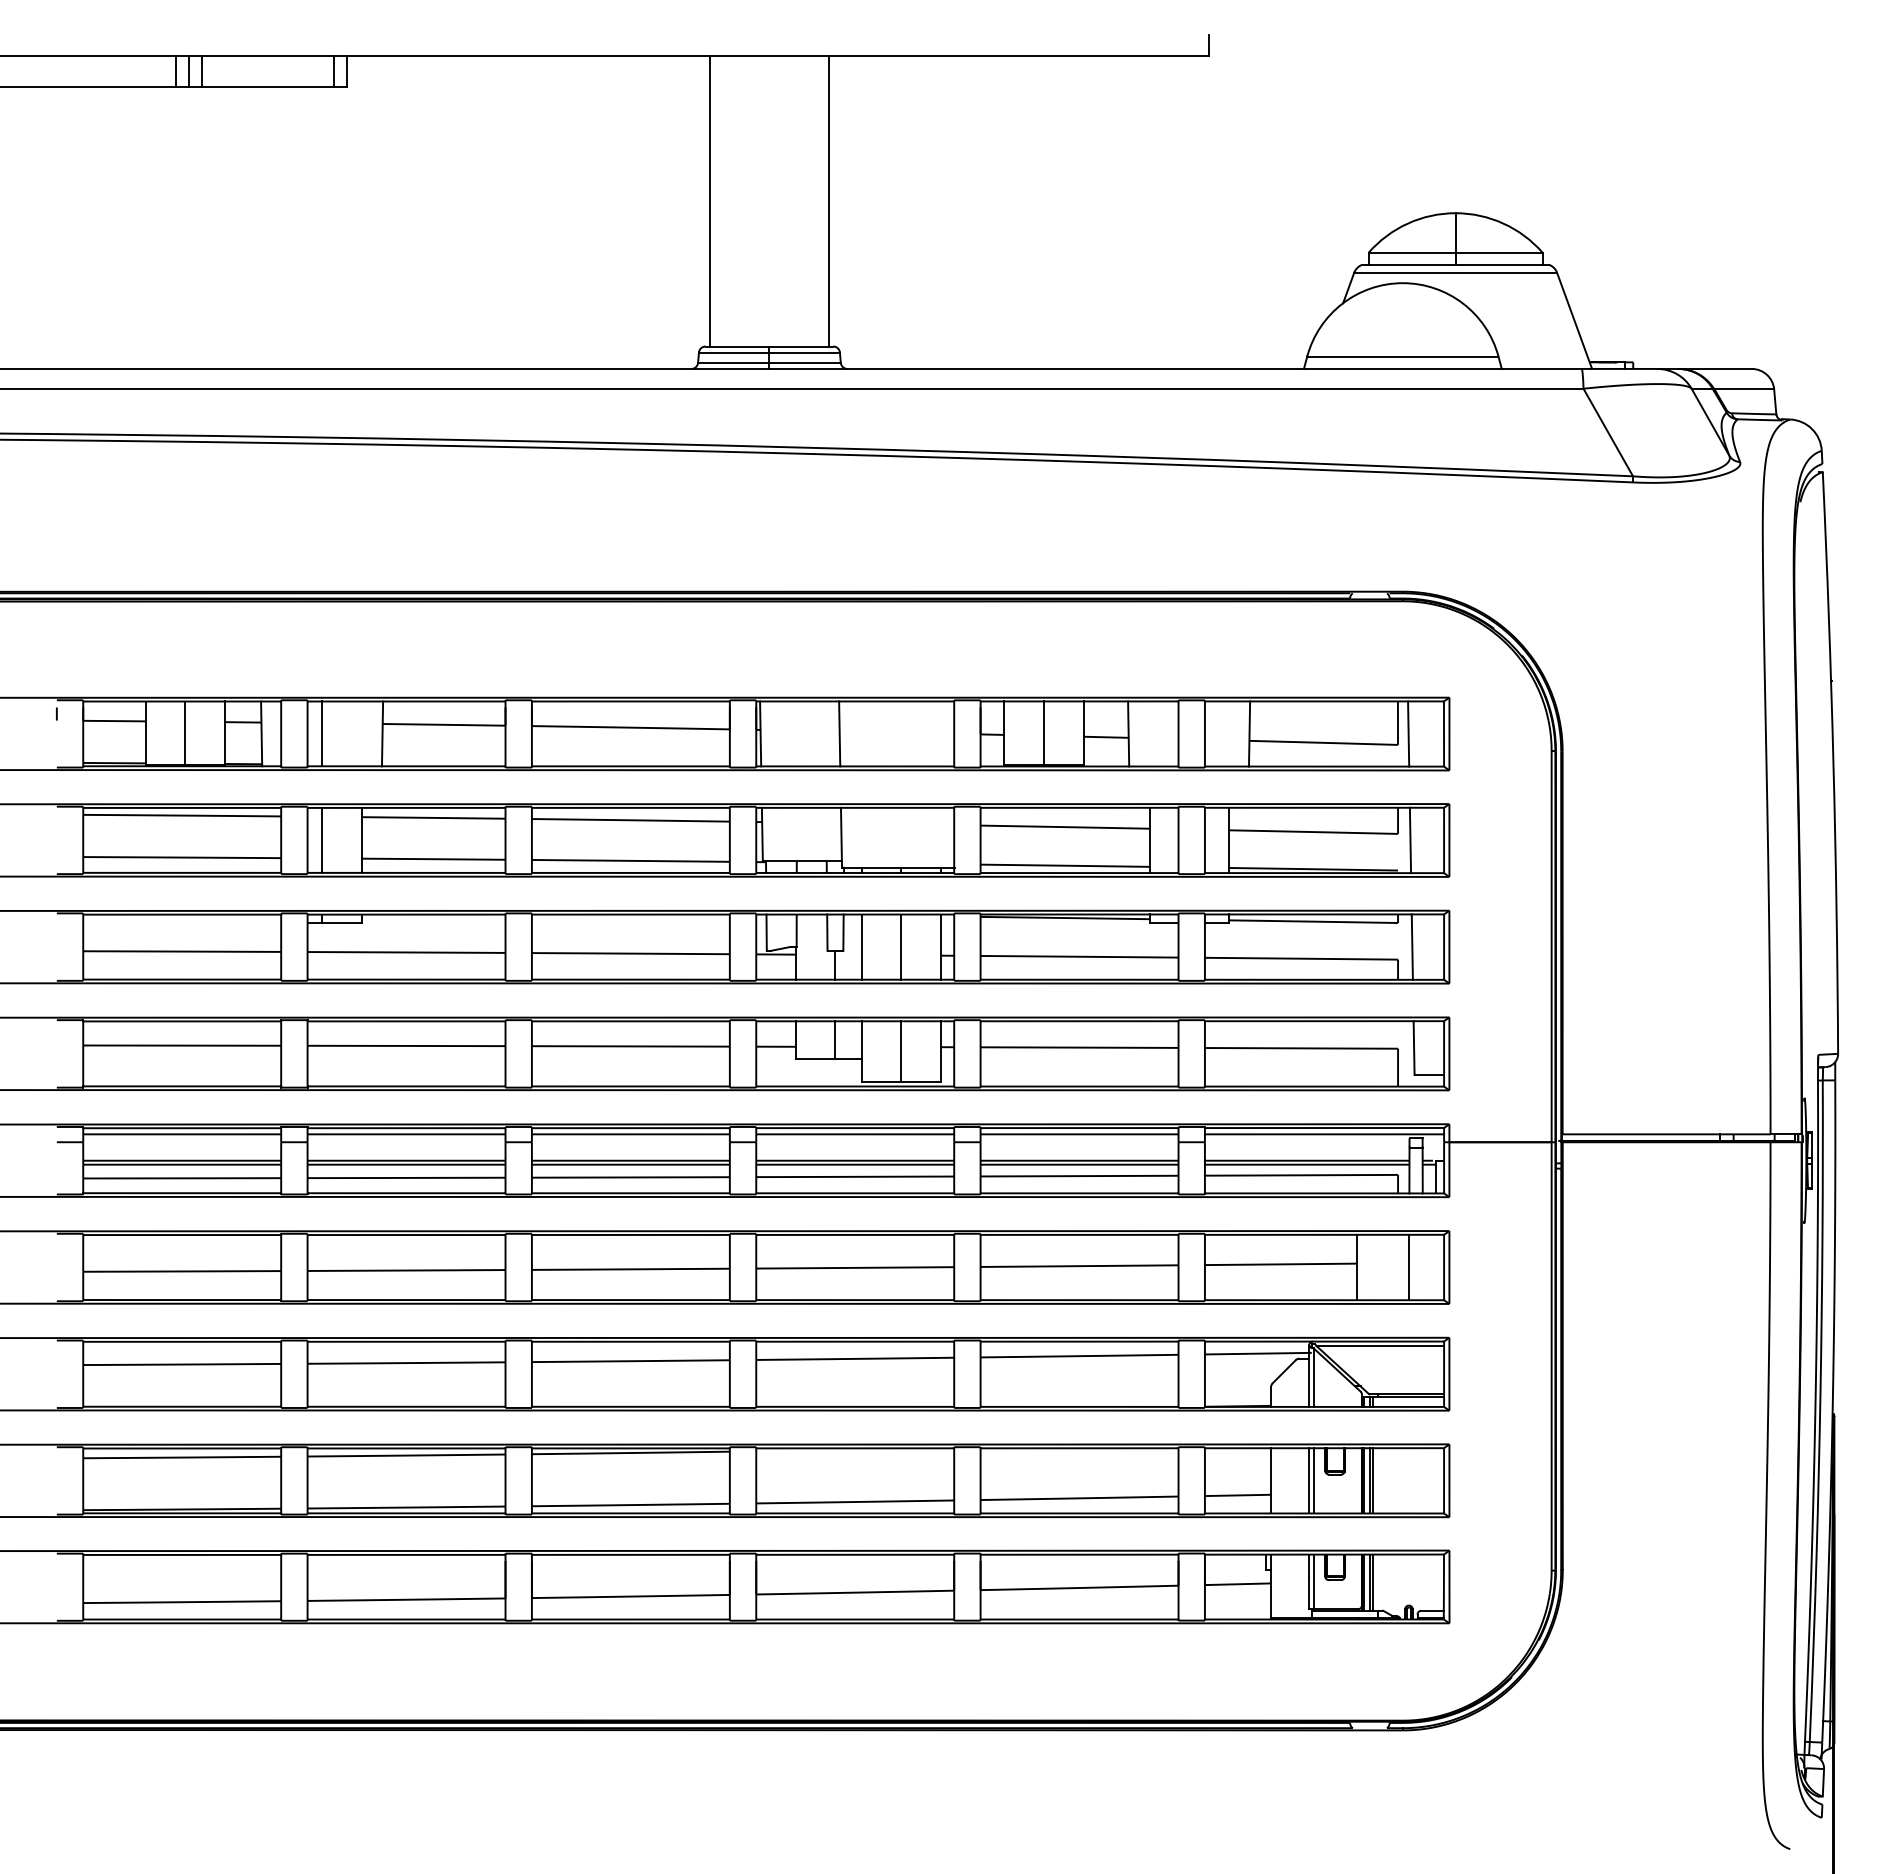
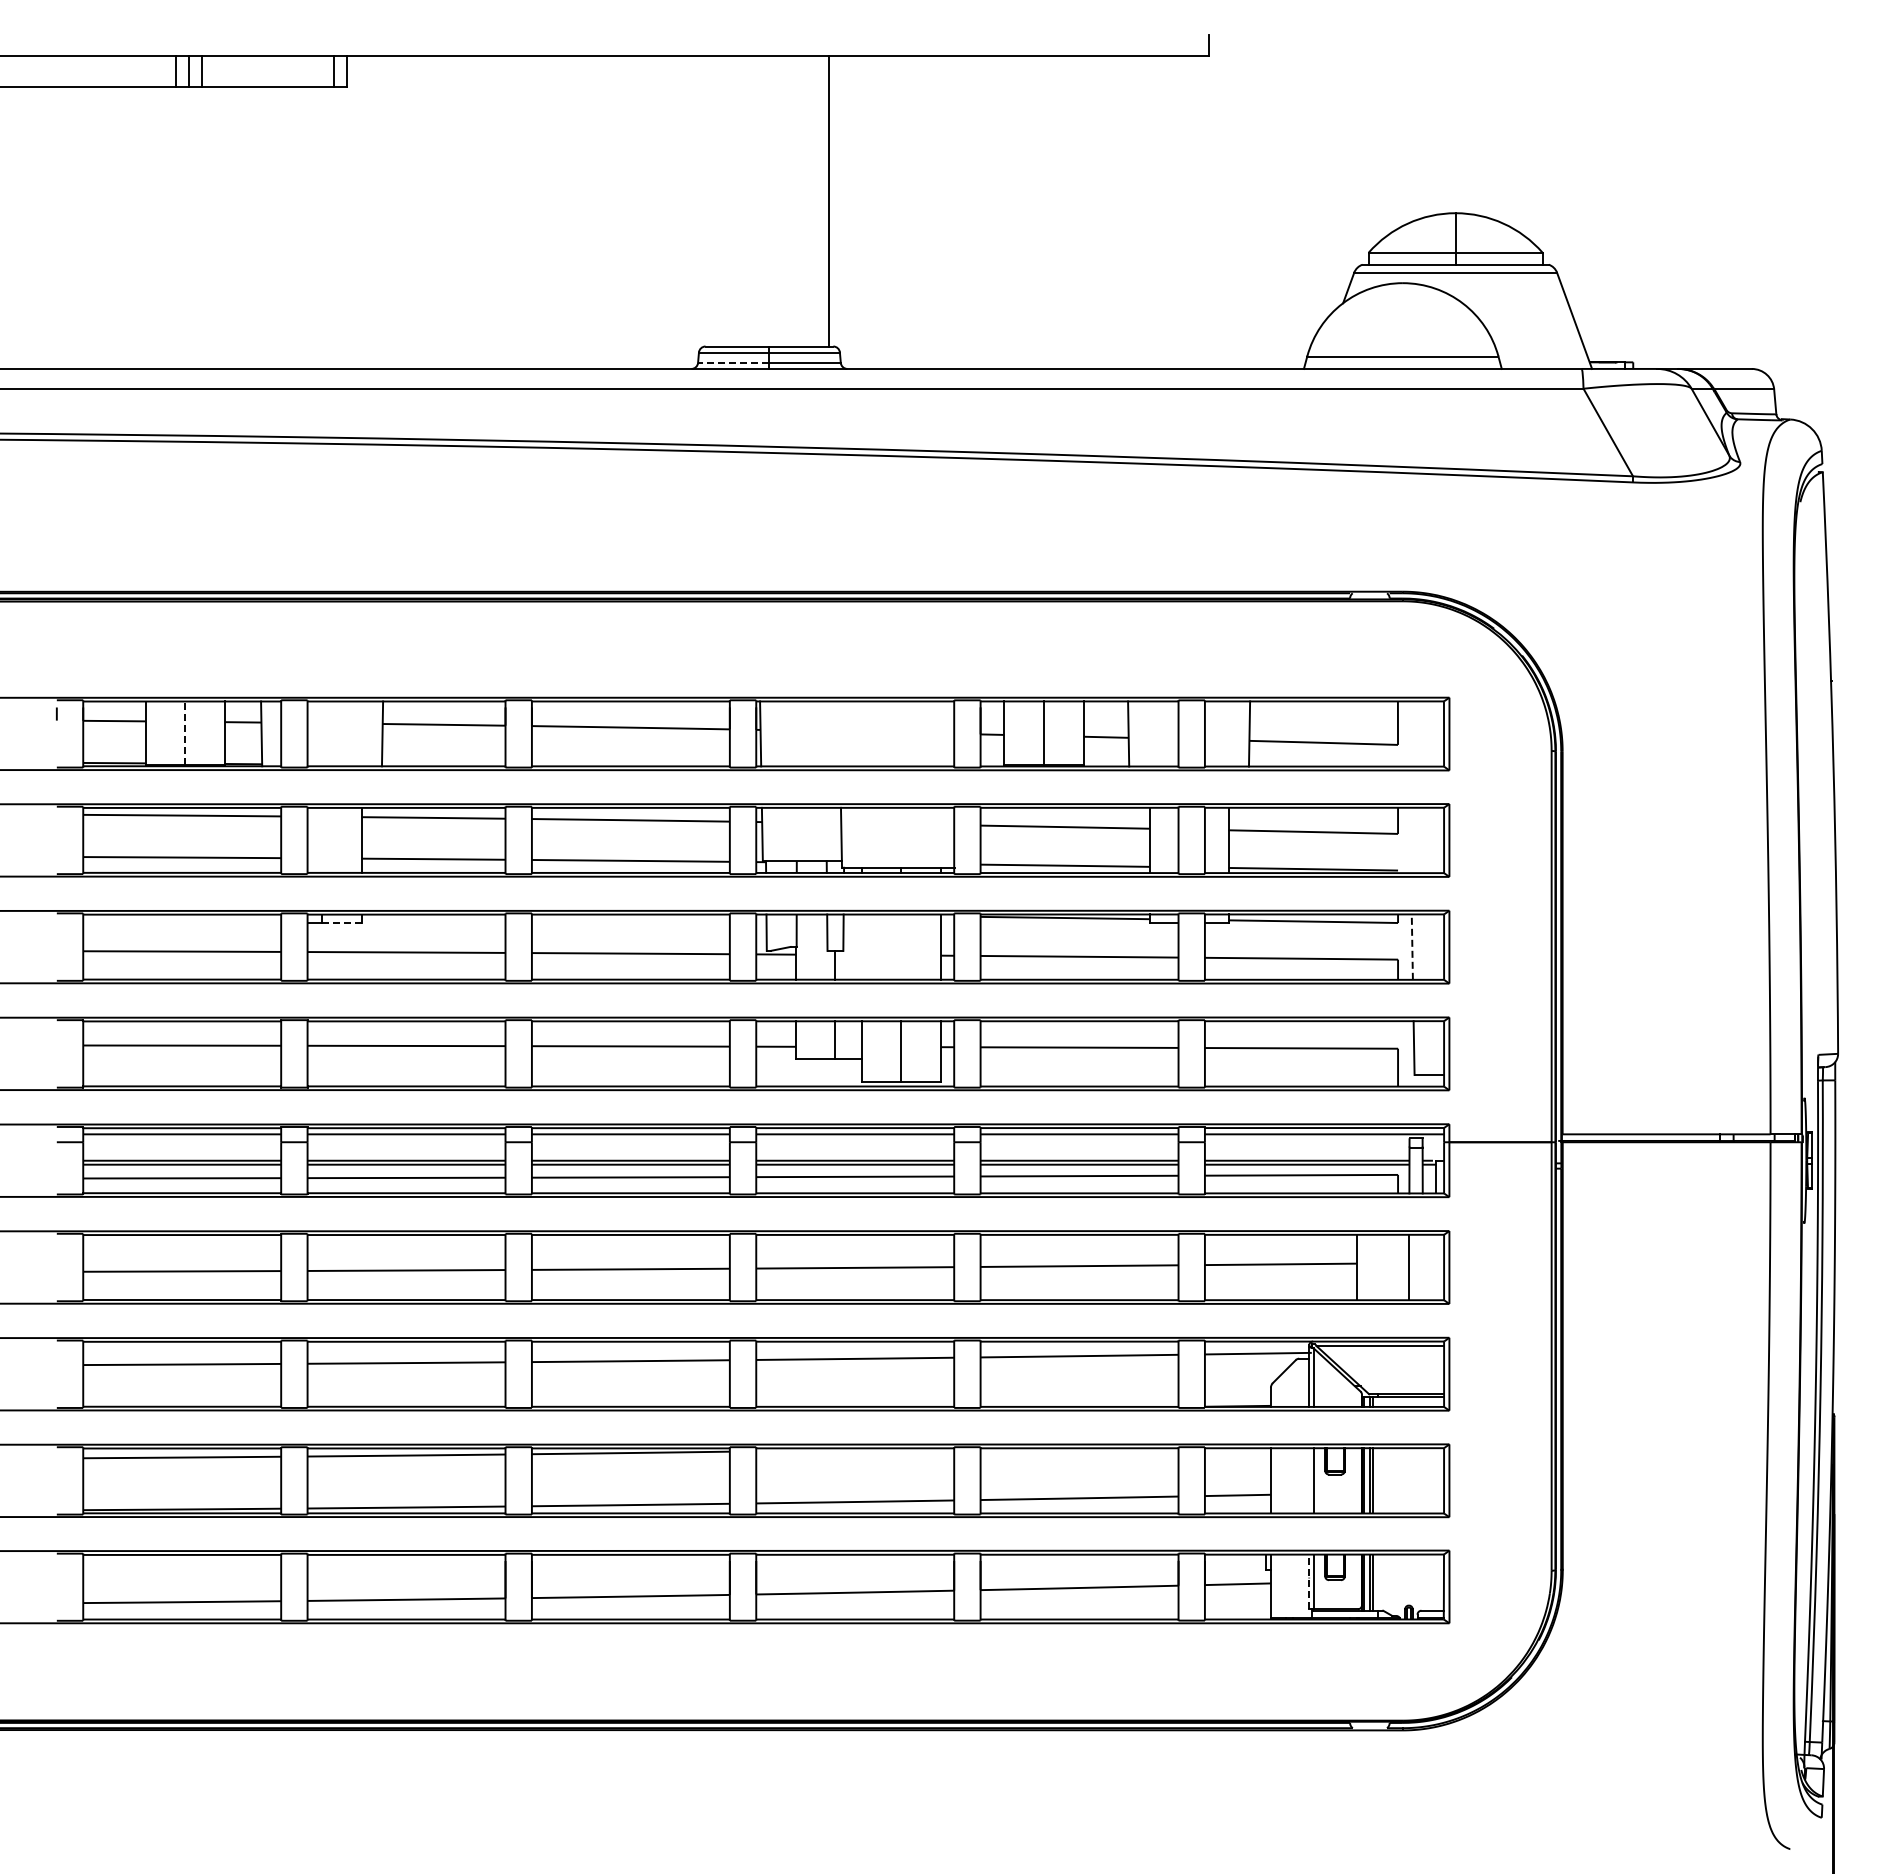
line at (710, 201): present -> none
line at (733, 362): solid -> dashed
line at (185, 733): solid -> dashed
line at (322, 733): present -> none
line at (839, 733): present -> none
line at (1408, 733): present -> none
line at (322, 839): present -> none
line at (1410, 840): present -> none
line at (341, 923): solid -> dashed
line at (861, 946): present -> none
line at (901, 946): present -> none
line at (1412, 947): solid -> dashed
line at (1309, 1480): present -> none
line at (1309, 1581): solid -> dashed
